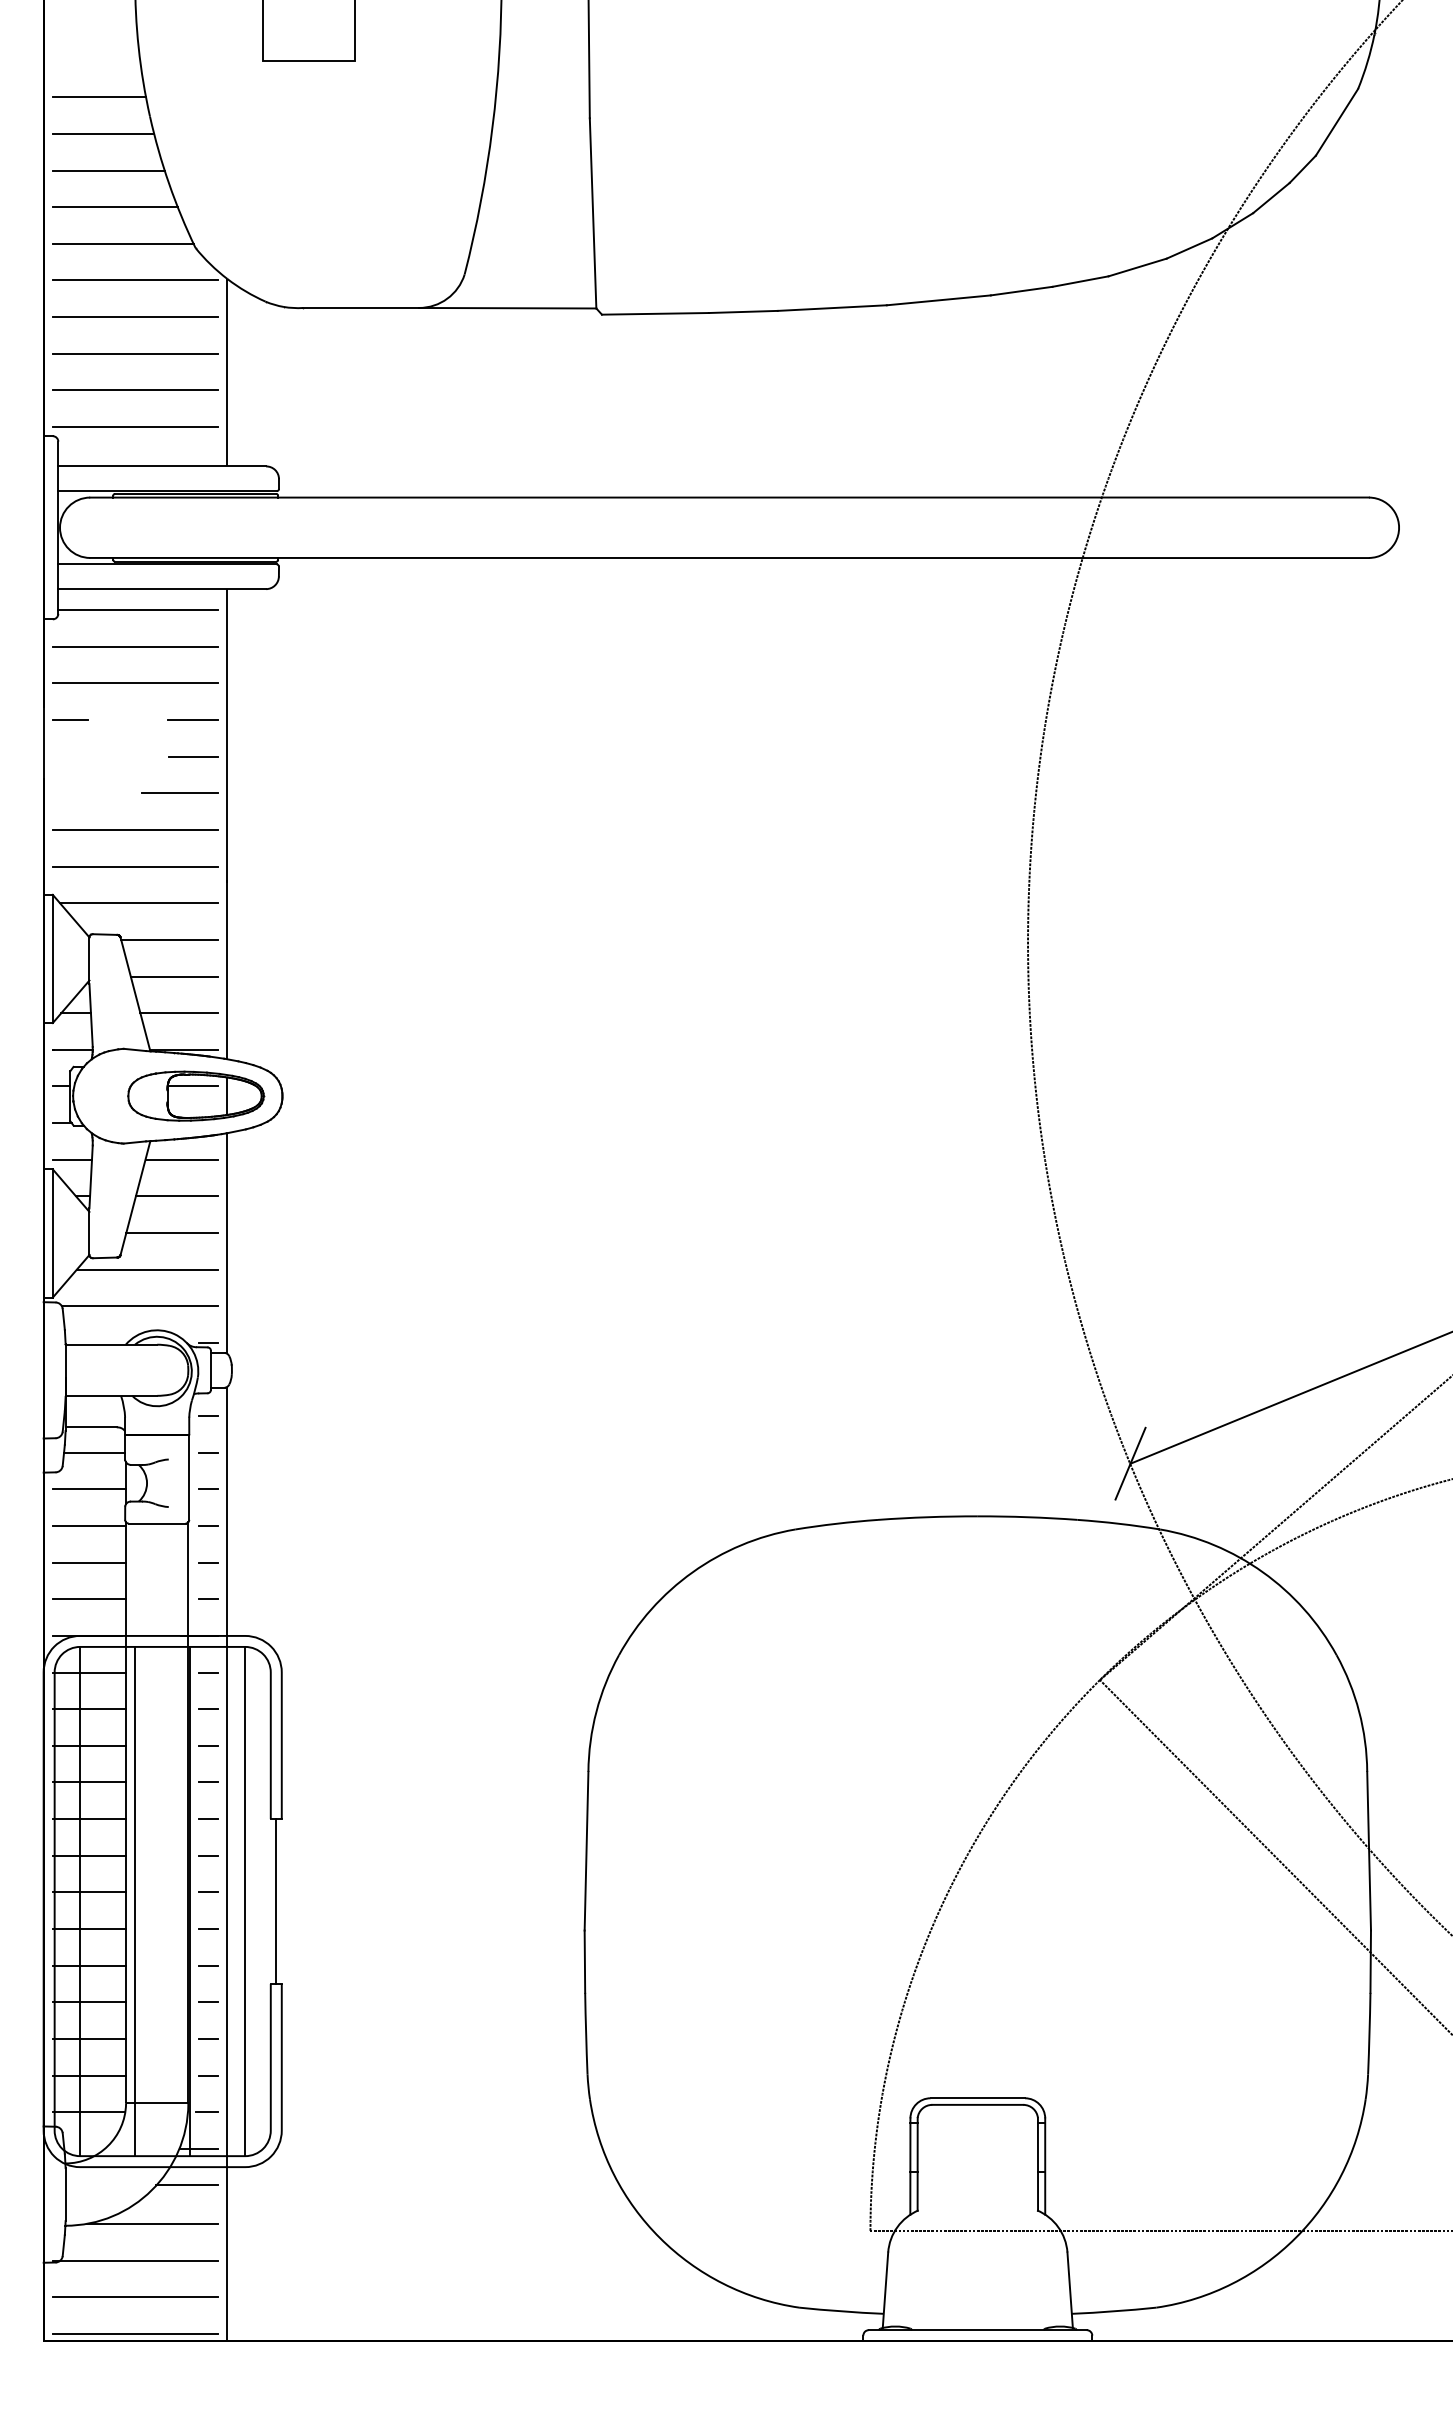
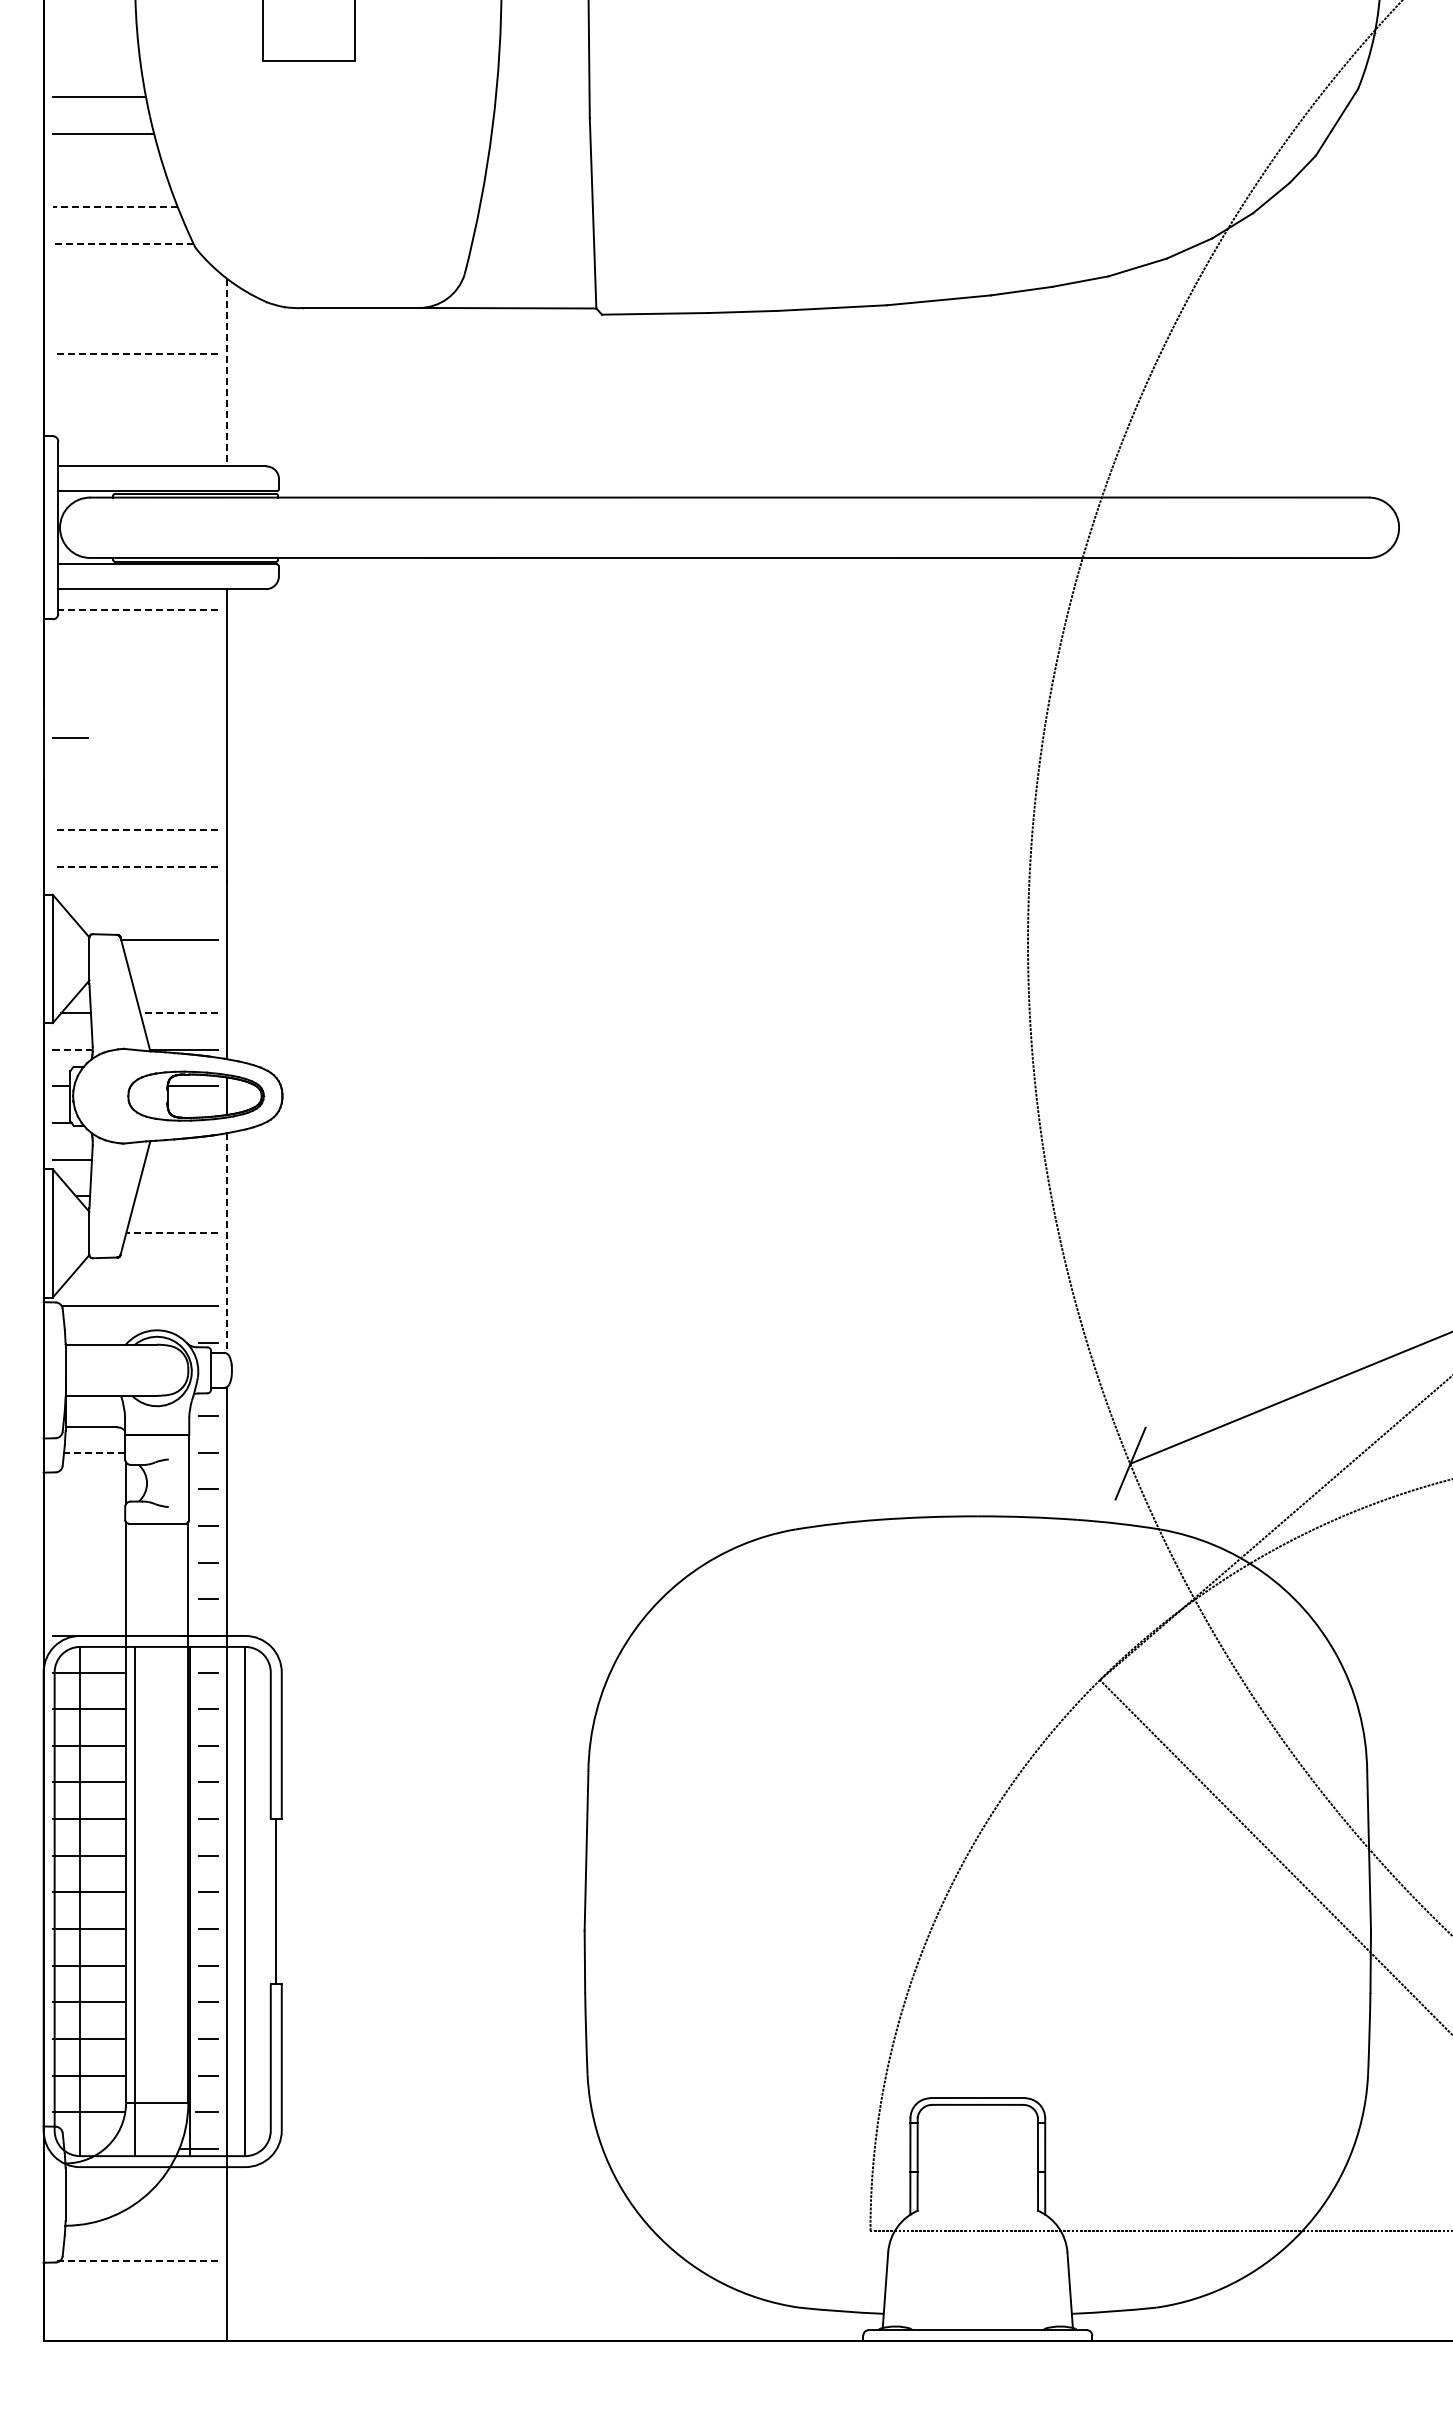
line at (108, 170): present -> none
line at (114, 207): solid -> dashed
line at (122, 243): solid -> dashed
line at (134, 280): present -> none
line at (134, 317): present -> none
line at (134, 353): solid -> dashed
line at (226, 372): solid -> dashed
line at (134, 390): present -> none
line at (134, 427): present -> none
line at (137, 610): solid -> dashed
line at (135, 646): present -> none
line at (134, 683): present -> none
line at (70, 719) position: (70, 719) -> (70, 737)
line at (192, 719): present -> none
line at (193, 756): present -> none
line at (179, 793): present -> none
line at (134, 830): solid -> dashed
line at (134, 866): solid -> dashed
line at (138, 903): present -> none
line at (173, 976): present -> none
line at (179, 1013): solid -> dashed
line at (72, 1049): solid -> dashed
line at (181, 1159): present -> none
line at (176, 1196): present -> none
line at (172, 1232): solid -> dashed
line at (226, 1243): solid -> dashed
line at (146, 1269): present -> none
line at (94, 1452): solid -> dashed
line at (89, 1489): present -> none
line at (89, 1526): present -> none
line at (89, 1562): present -> none
line at (89, 1599): present -> none
line at (186, 2185): present -> none
line at (151, 2223): present -> none
line at (134, 2260): solid -> dashed
line at (134, 2297): present -> none
line at (134, 2333): present -> none
